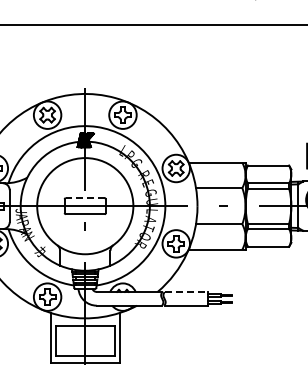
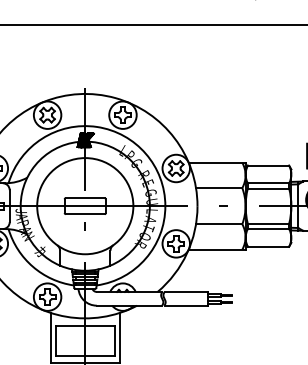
line at (84, 198): dashed -> solid
line at (186, 291): dashed -> solid
